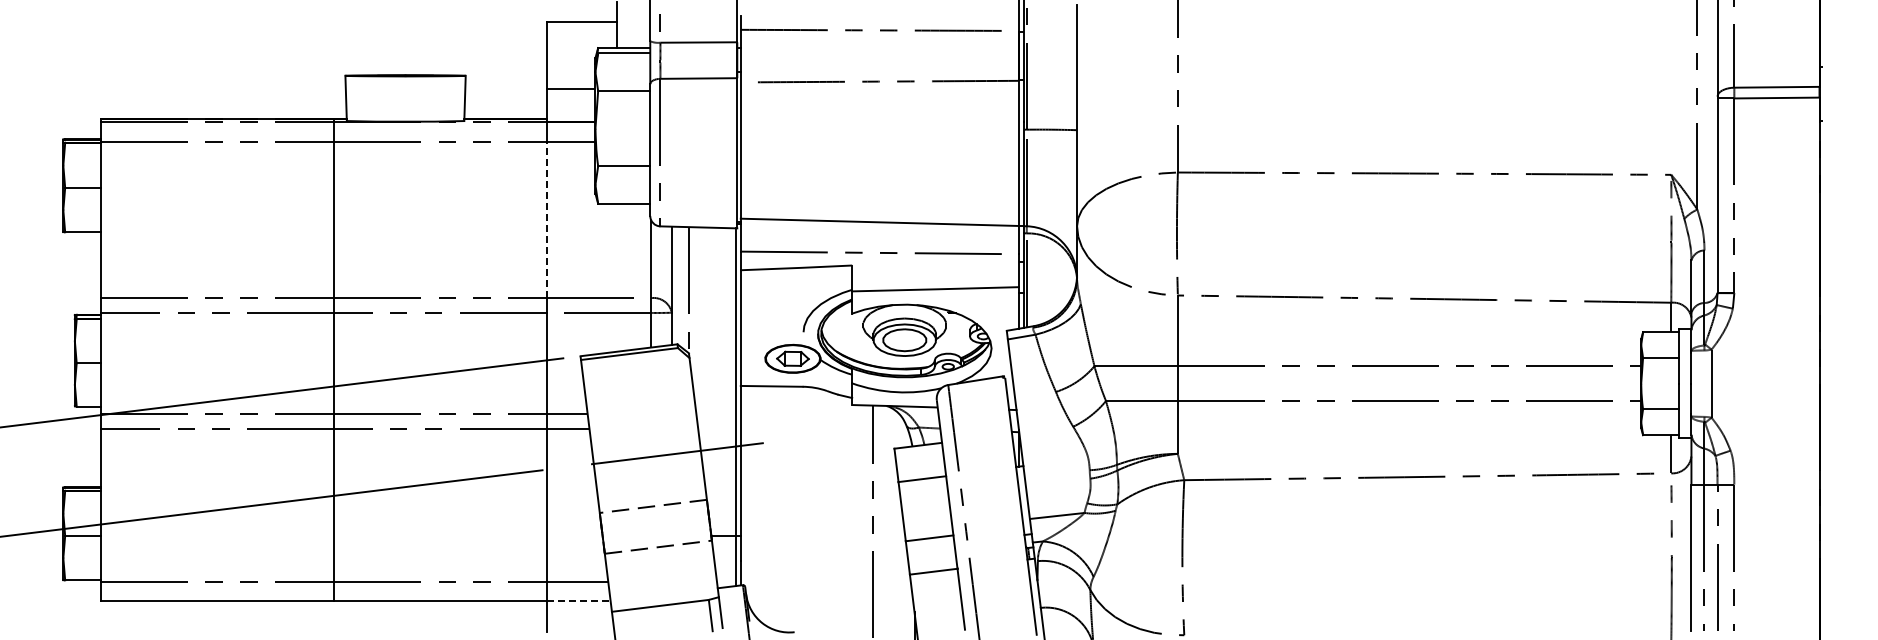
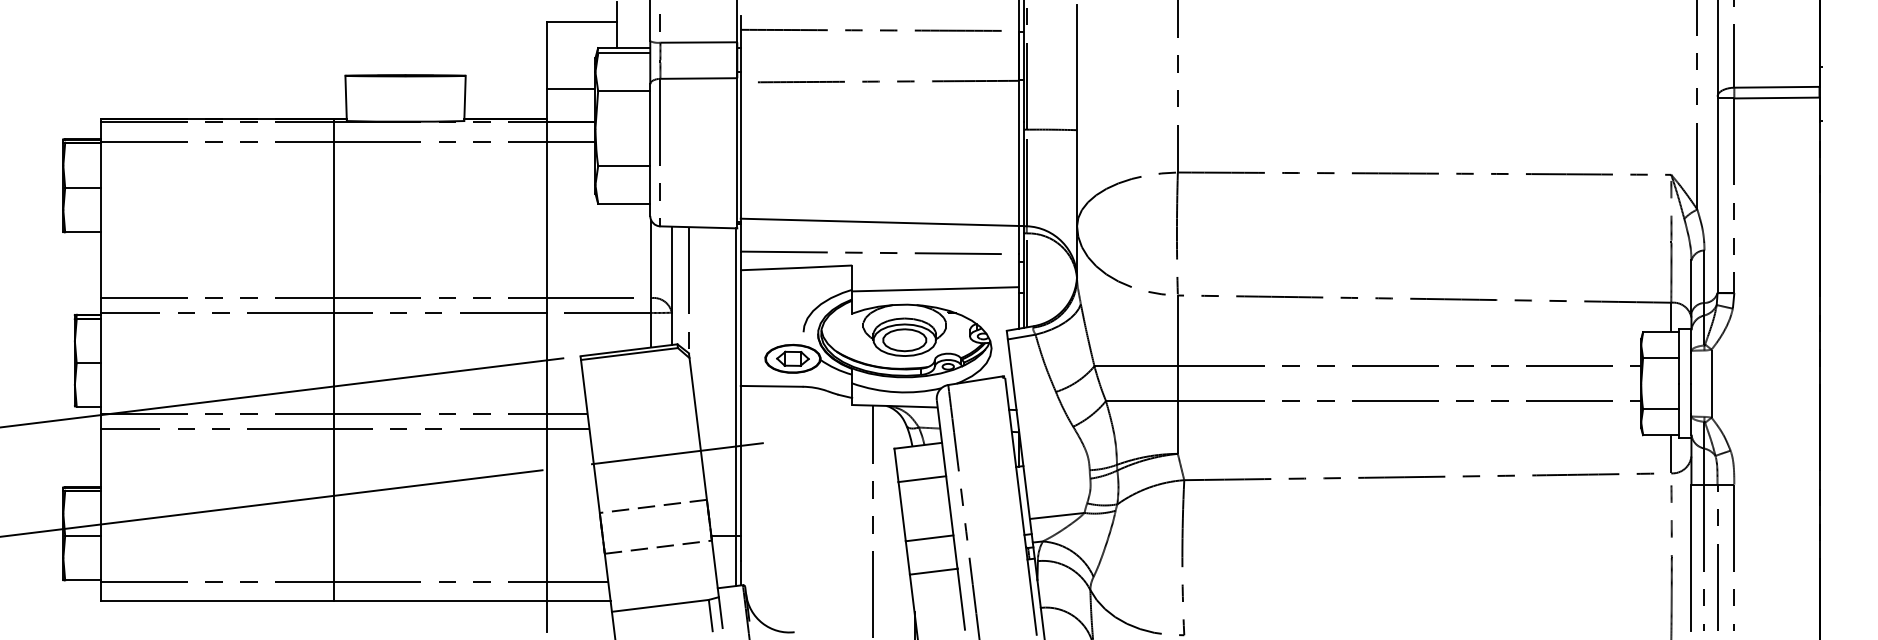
line at (546, 219): dashed -> solid
line at (579, 600): dashed -> solid
